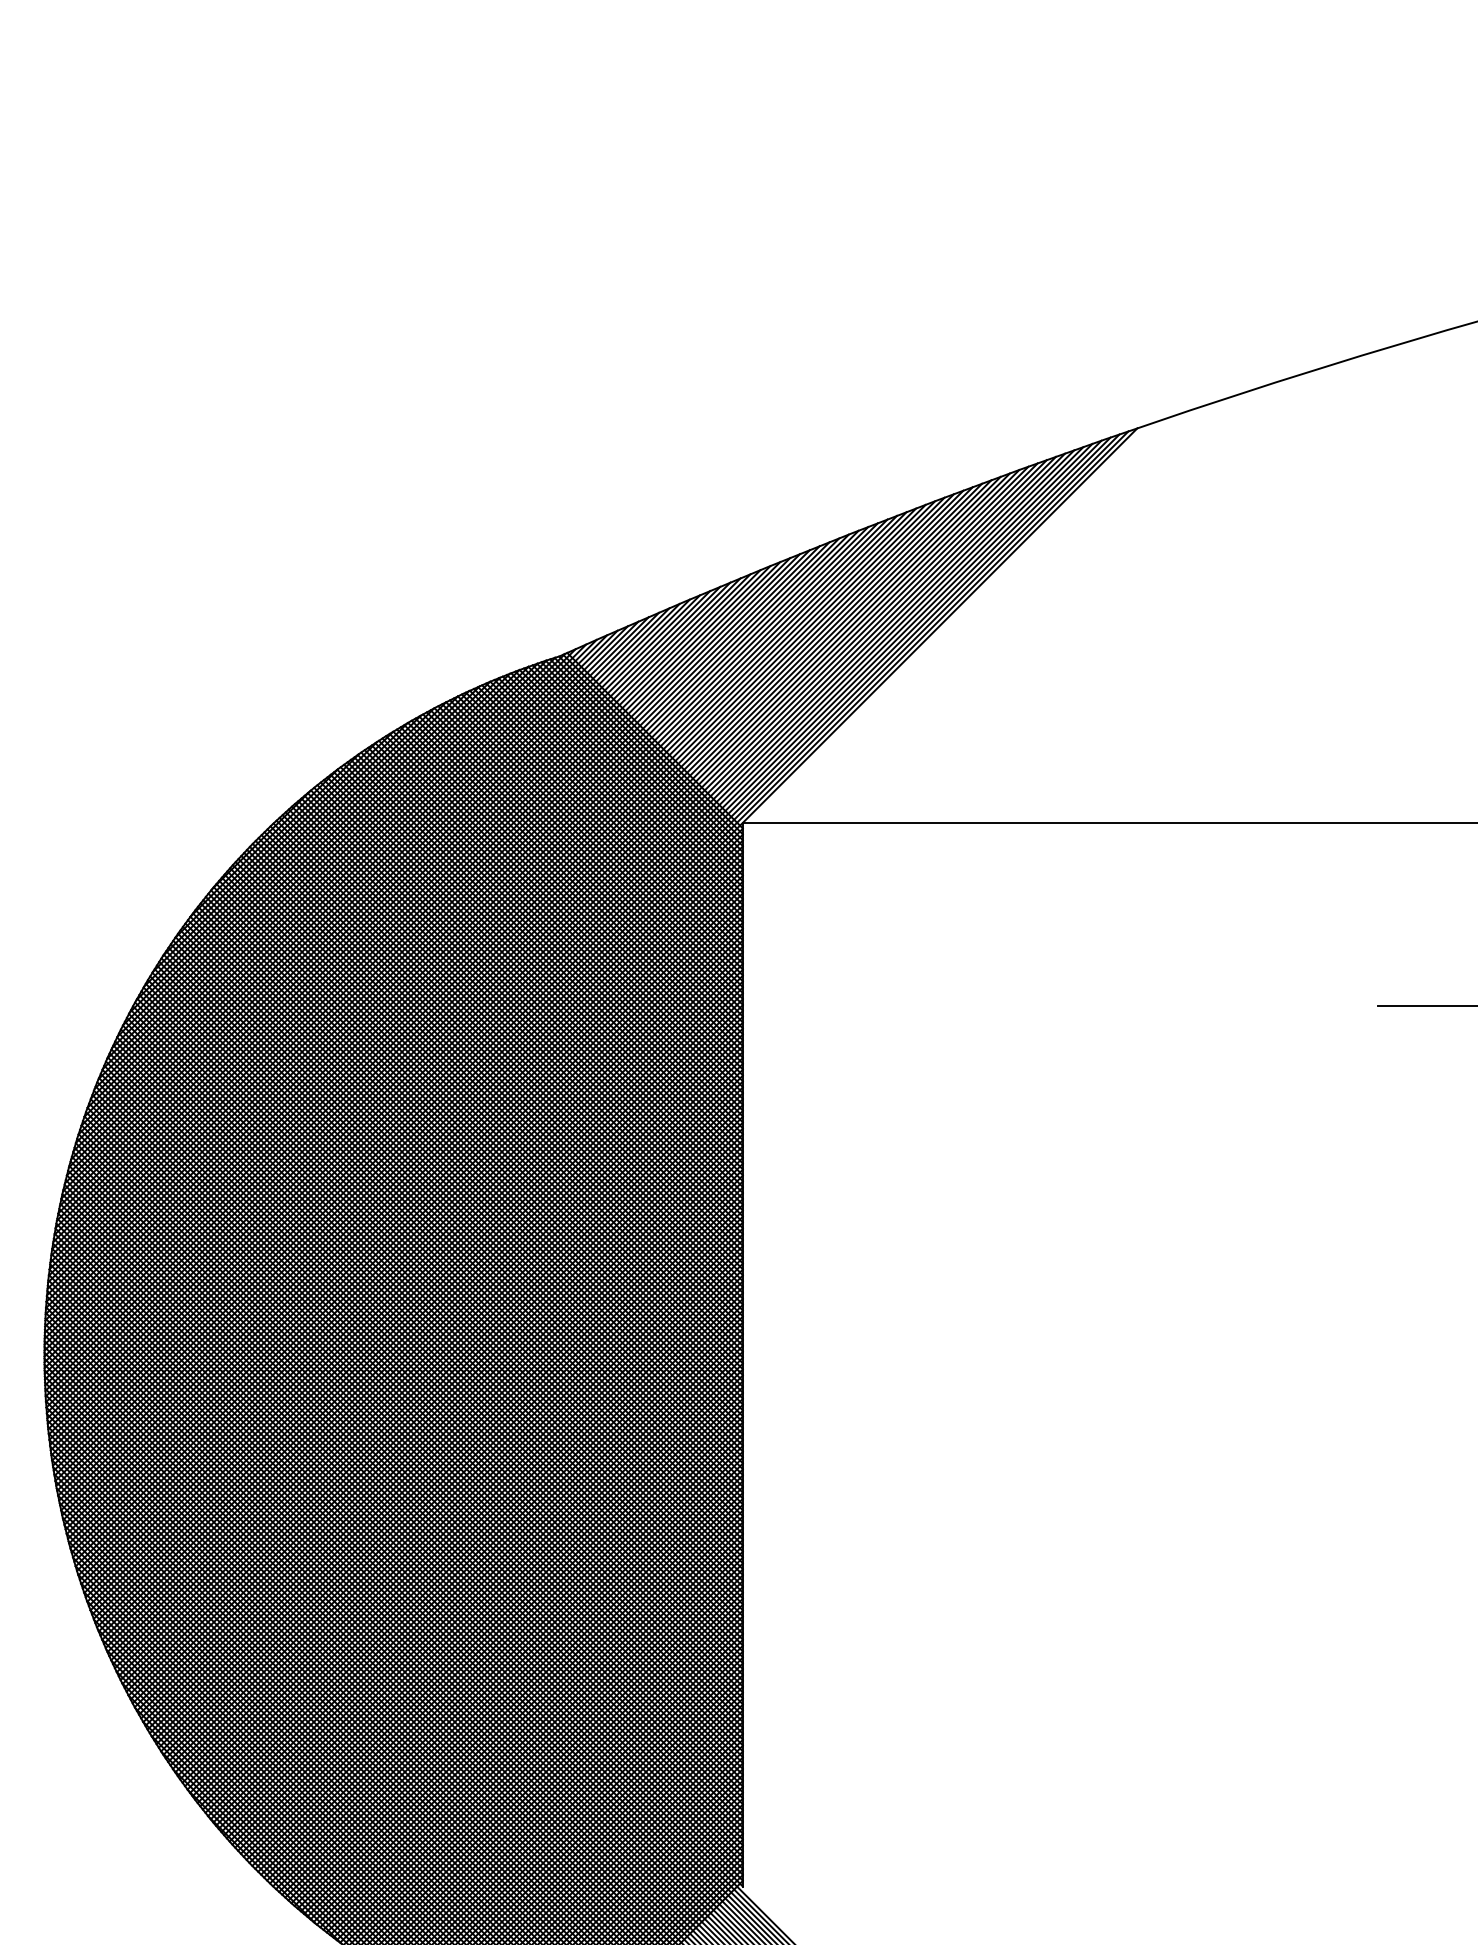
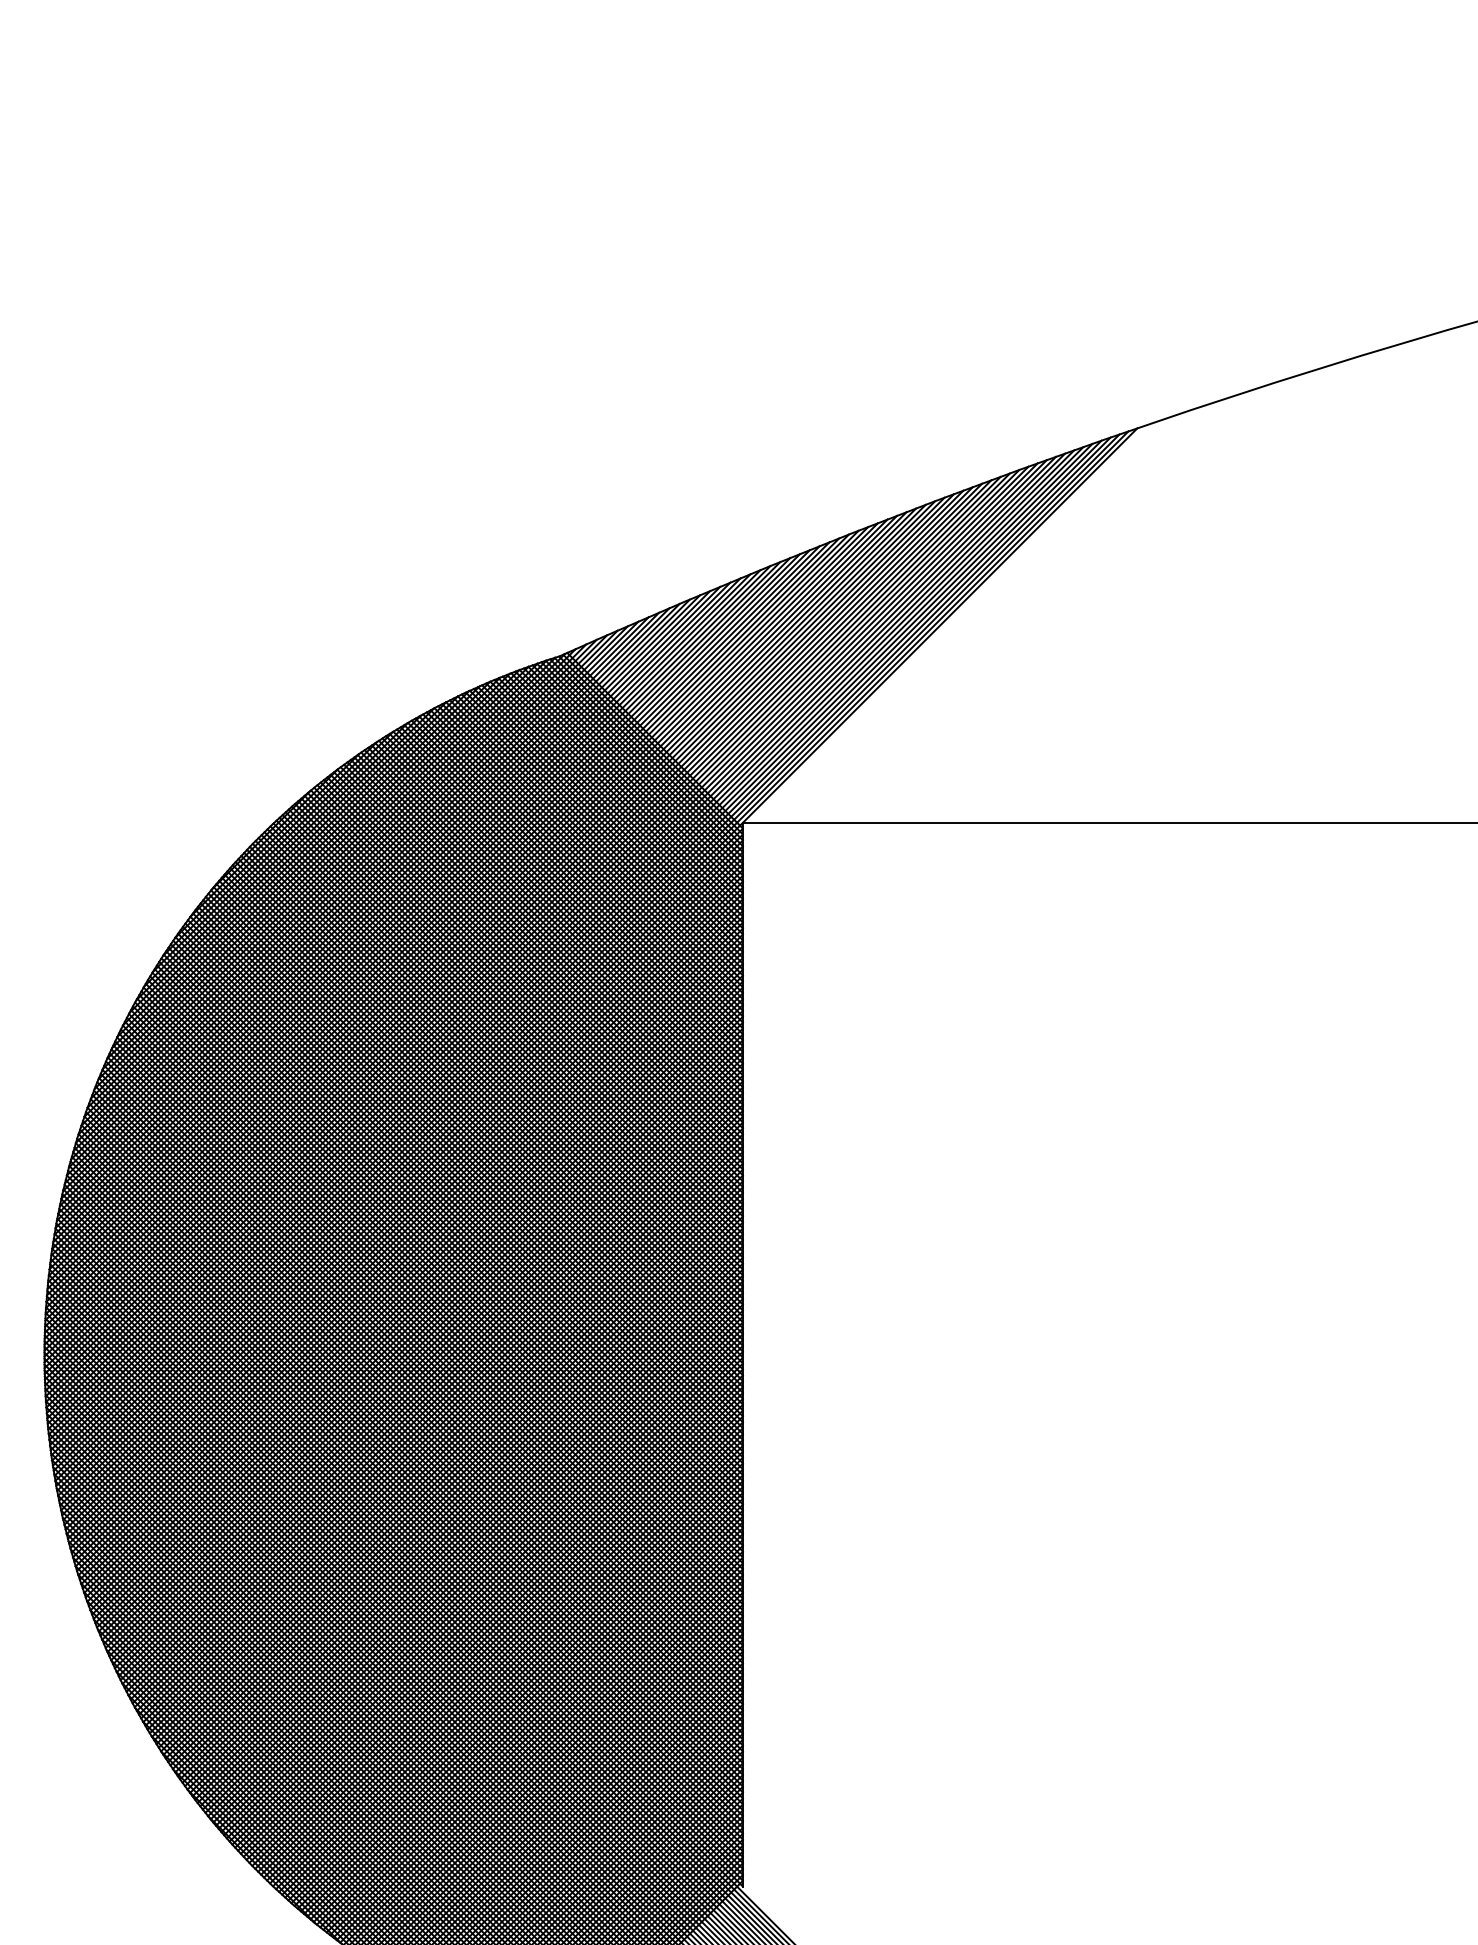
line at (1426, 1006): present -> none
